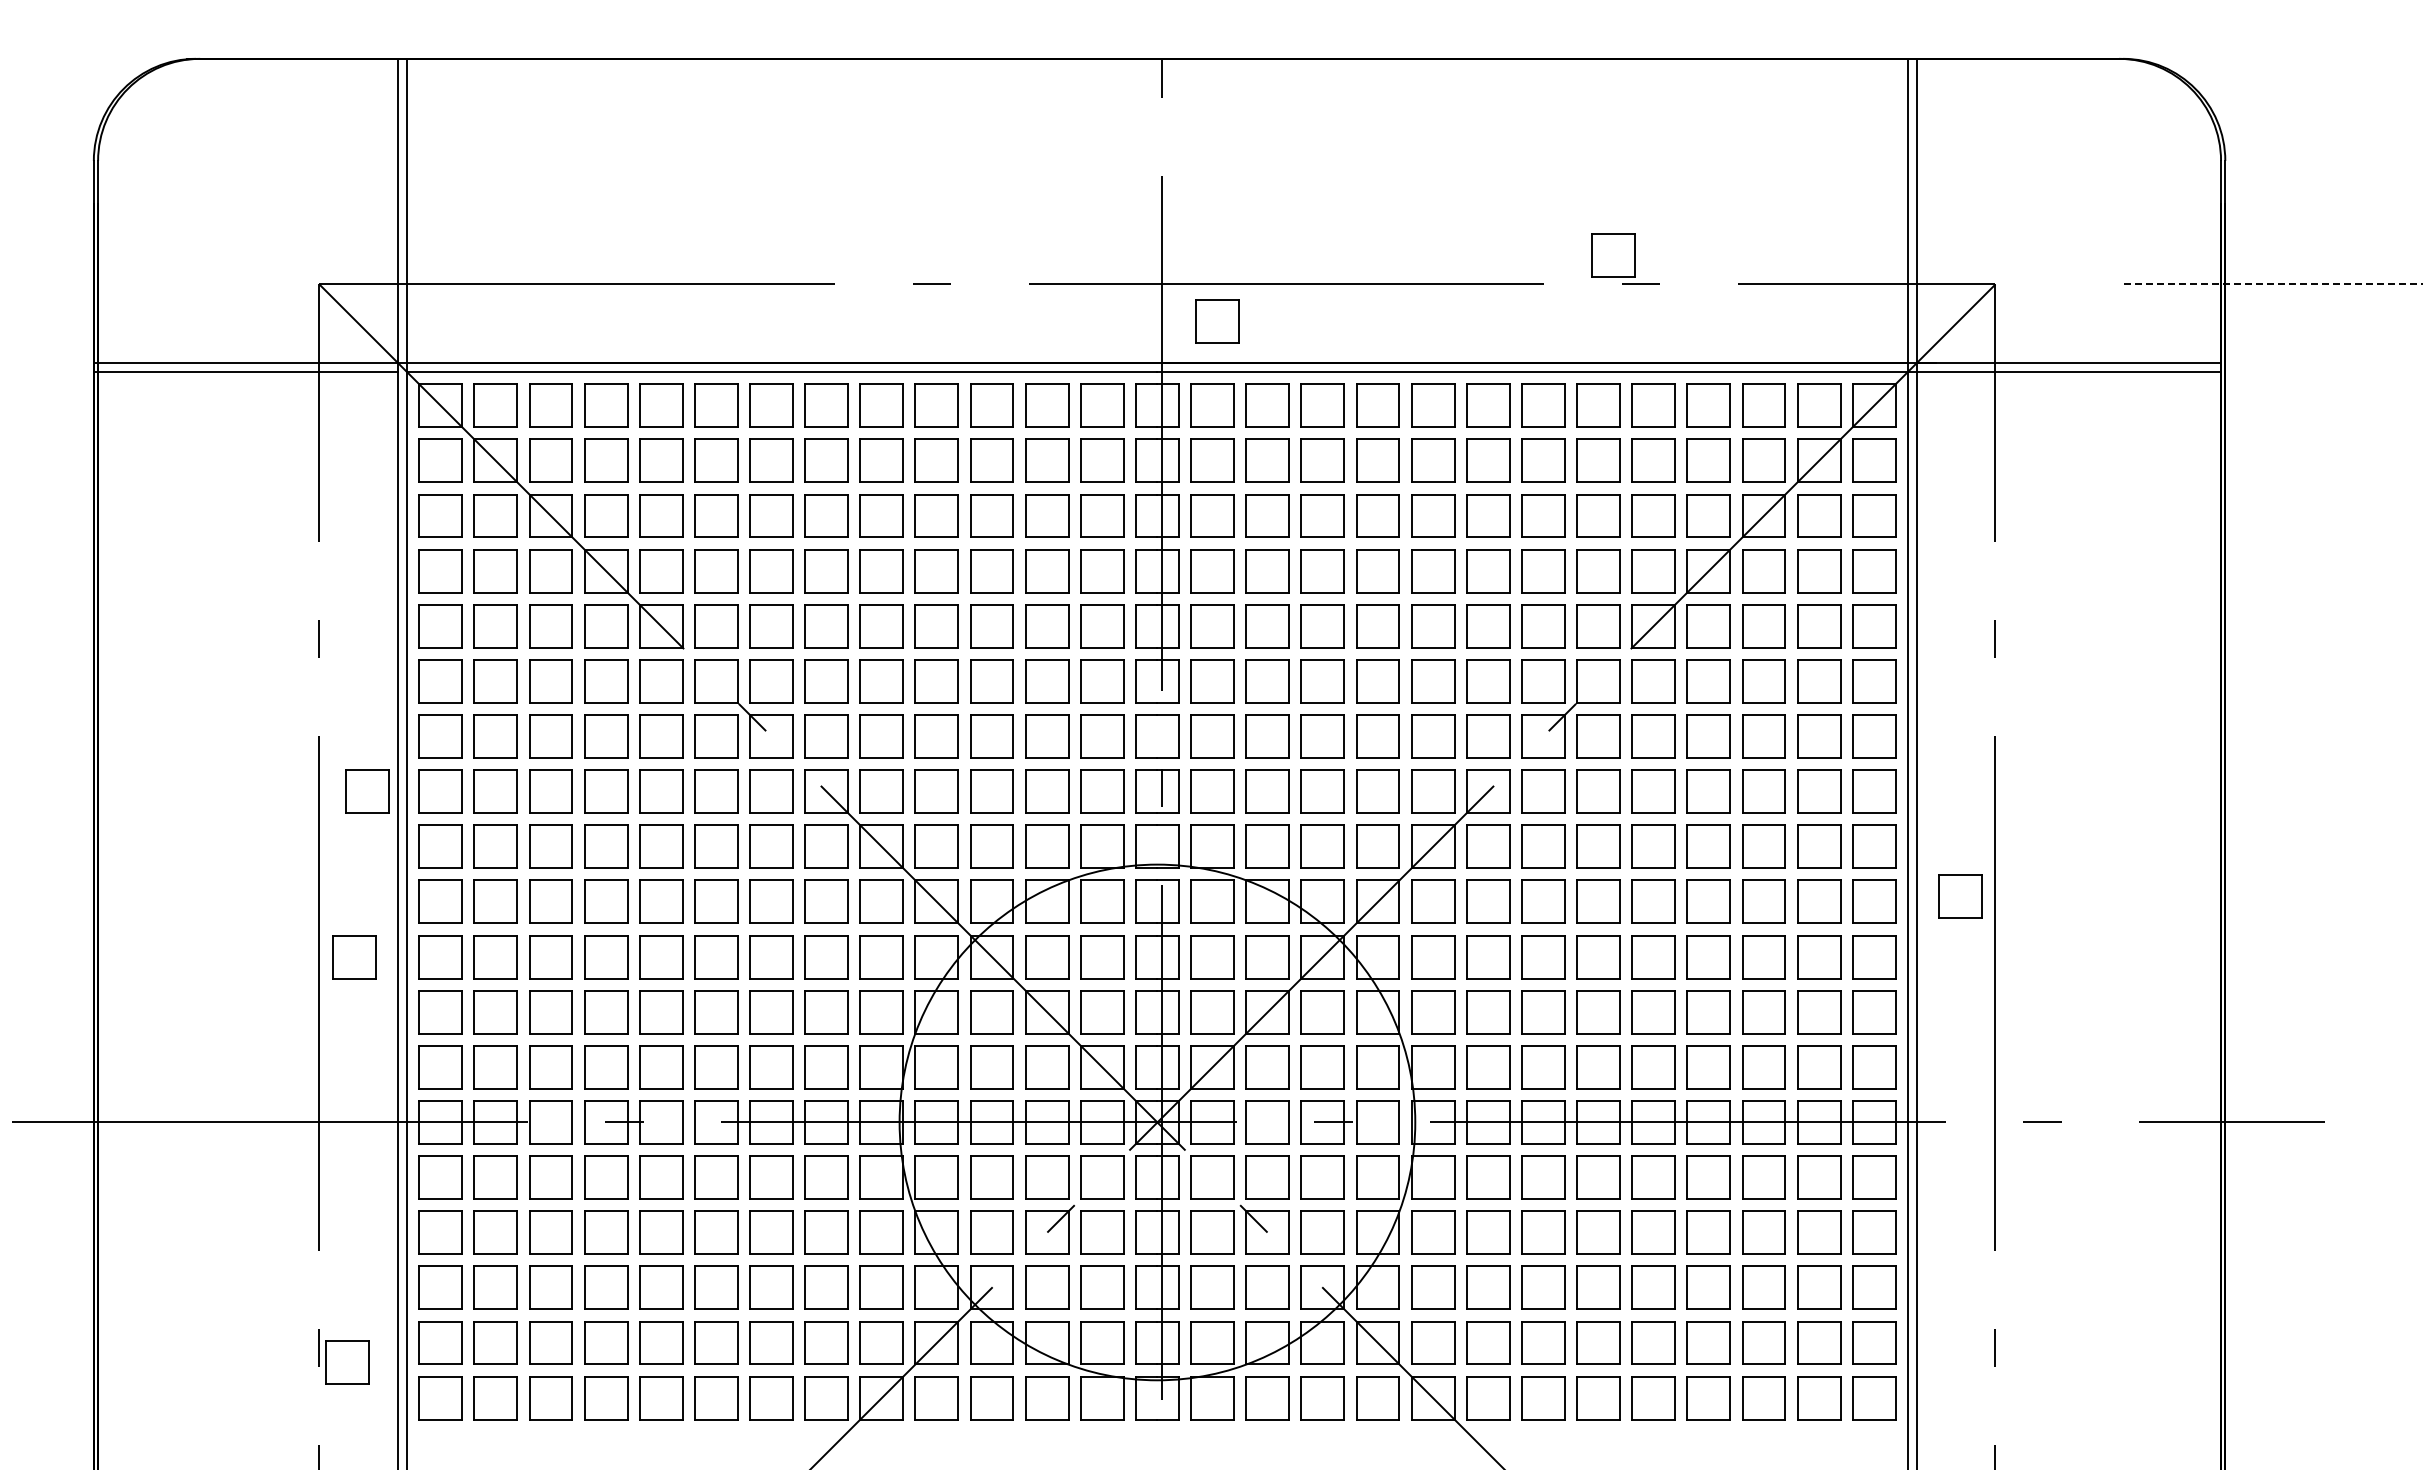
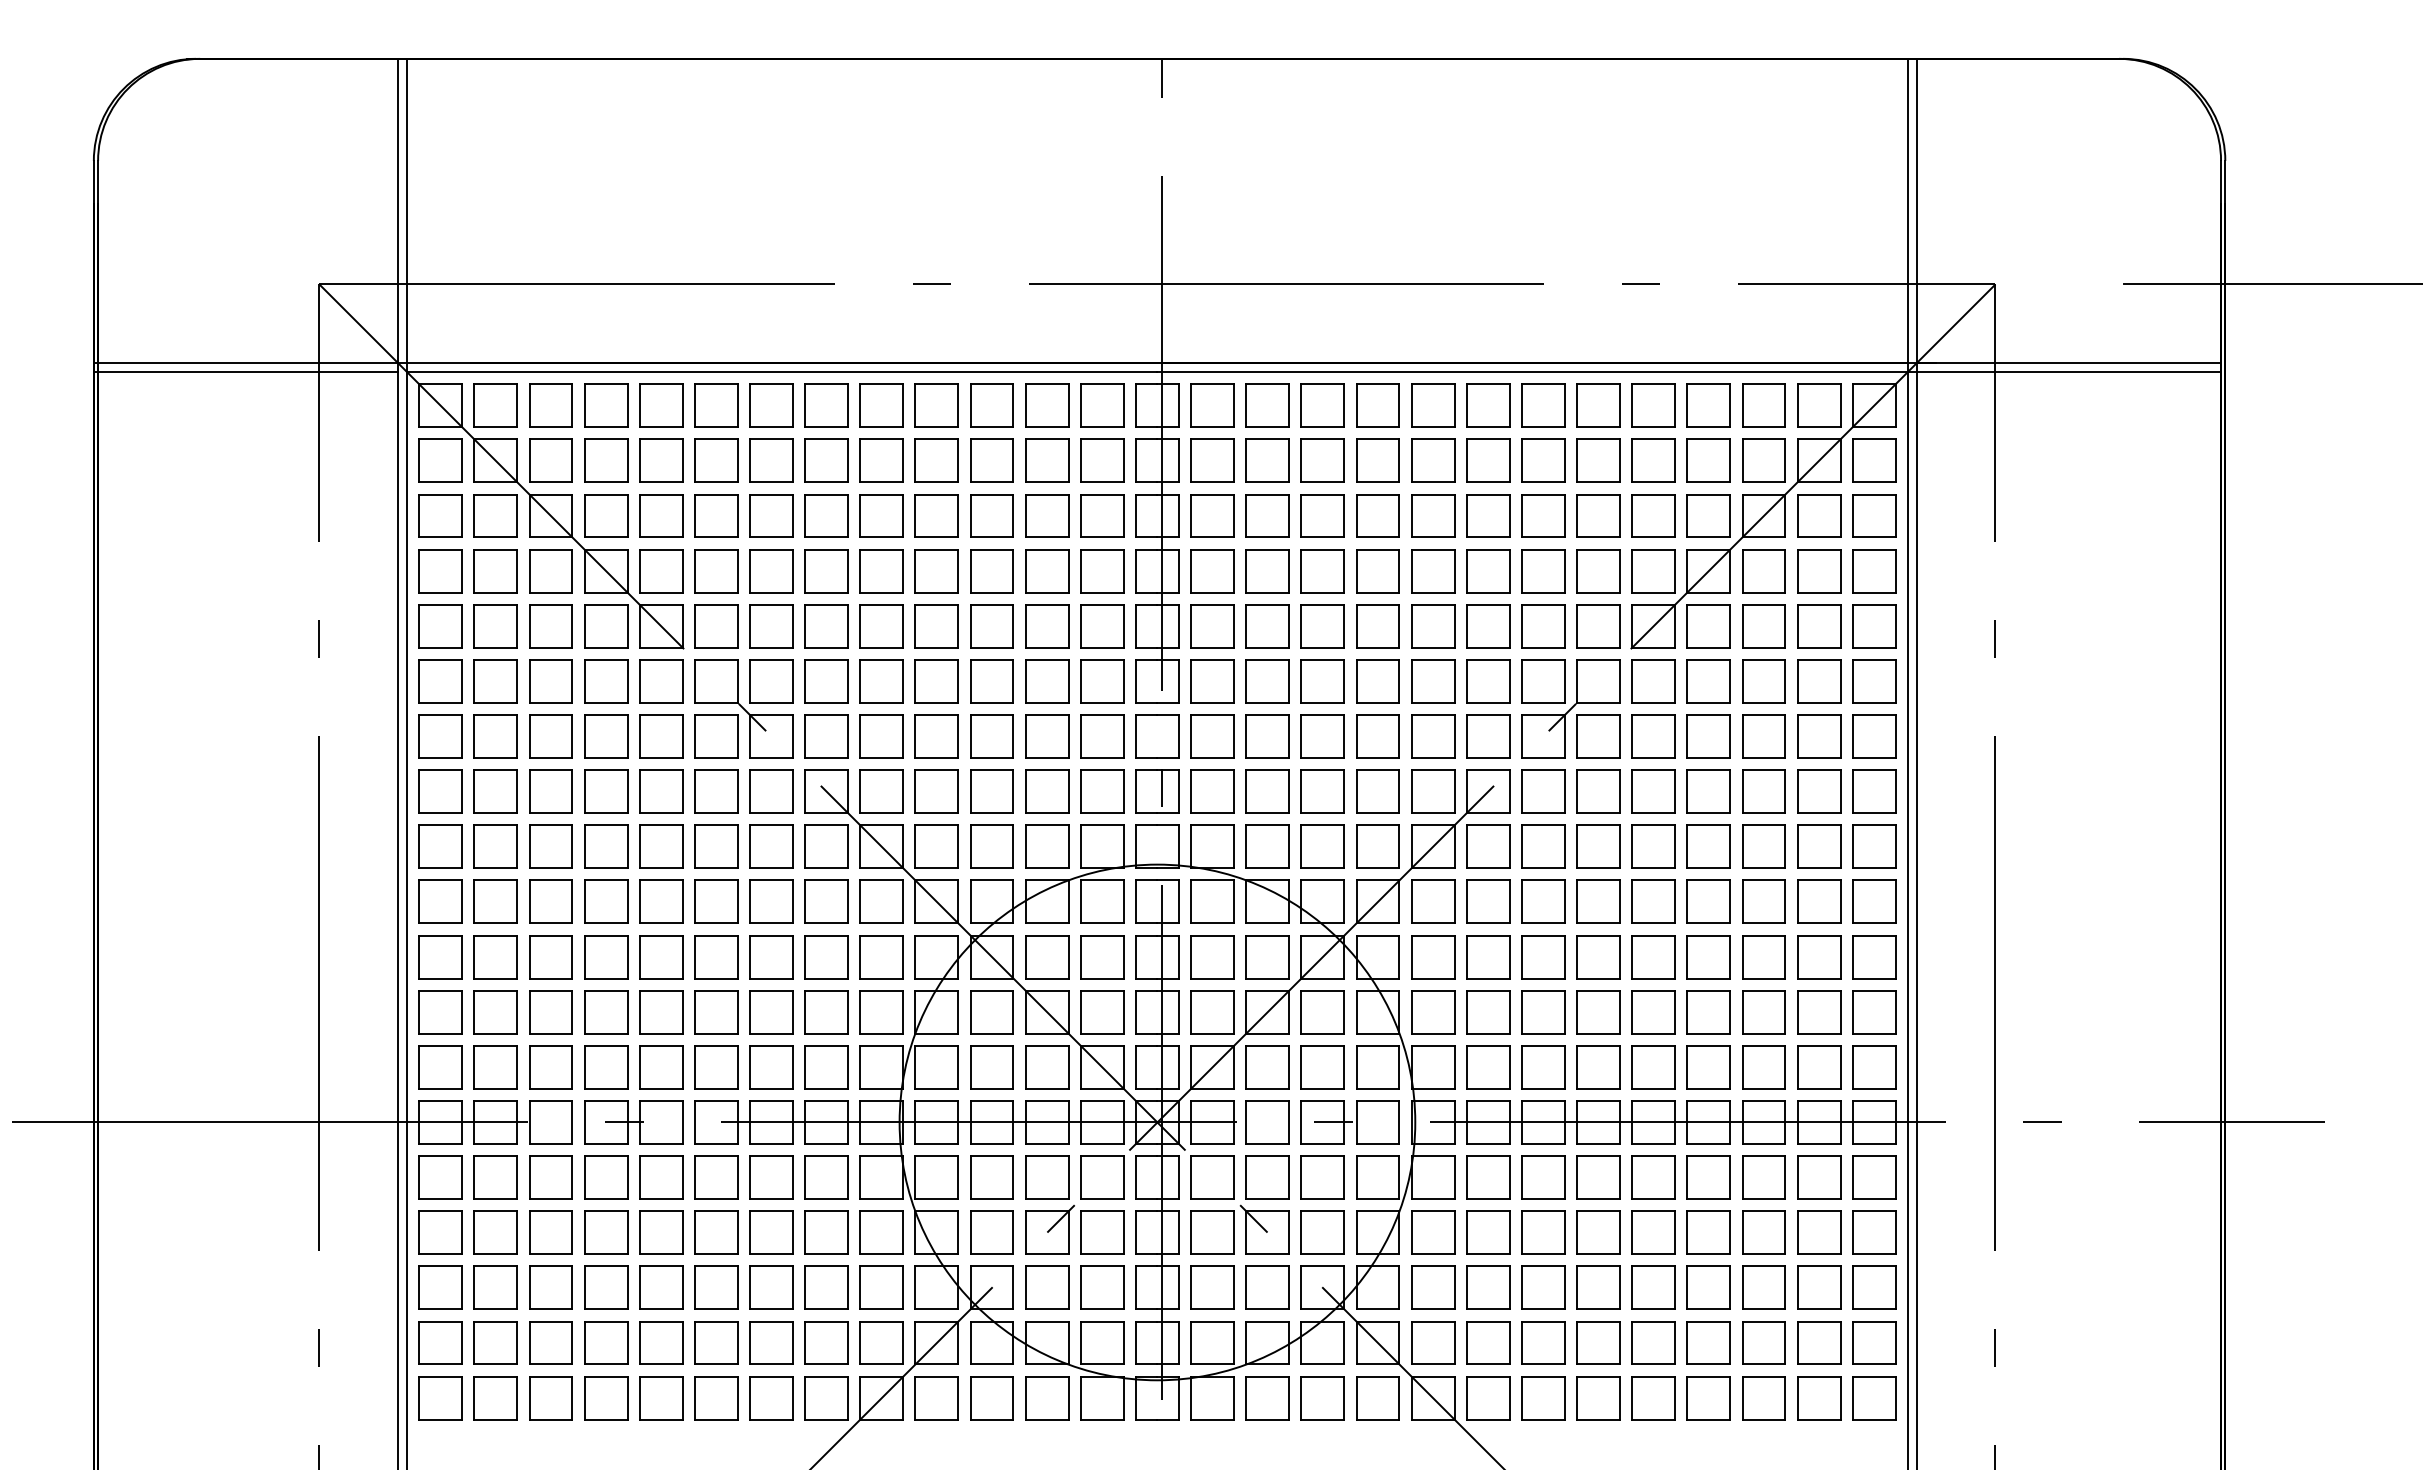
part at (1613, 255): present -> none
line at (2273, 284): dashed -> solid
part at (1217, 321): present -> none
part at (367, 791): present -> none
part at (1960, 896): present -> none
part at (354, 957): present -> none
part at (347, 1362): present -> none
